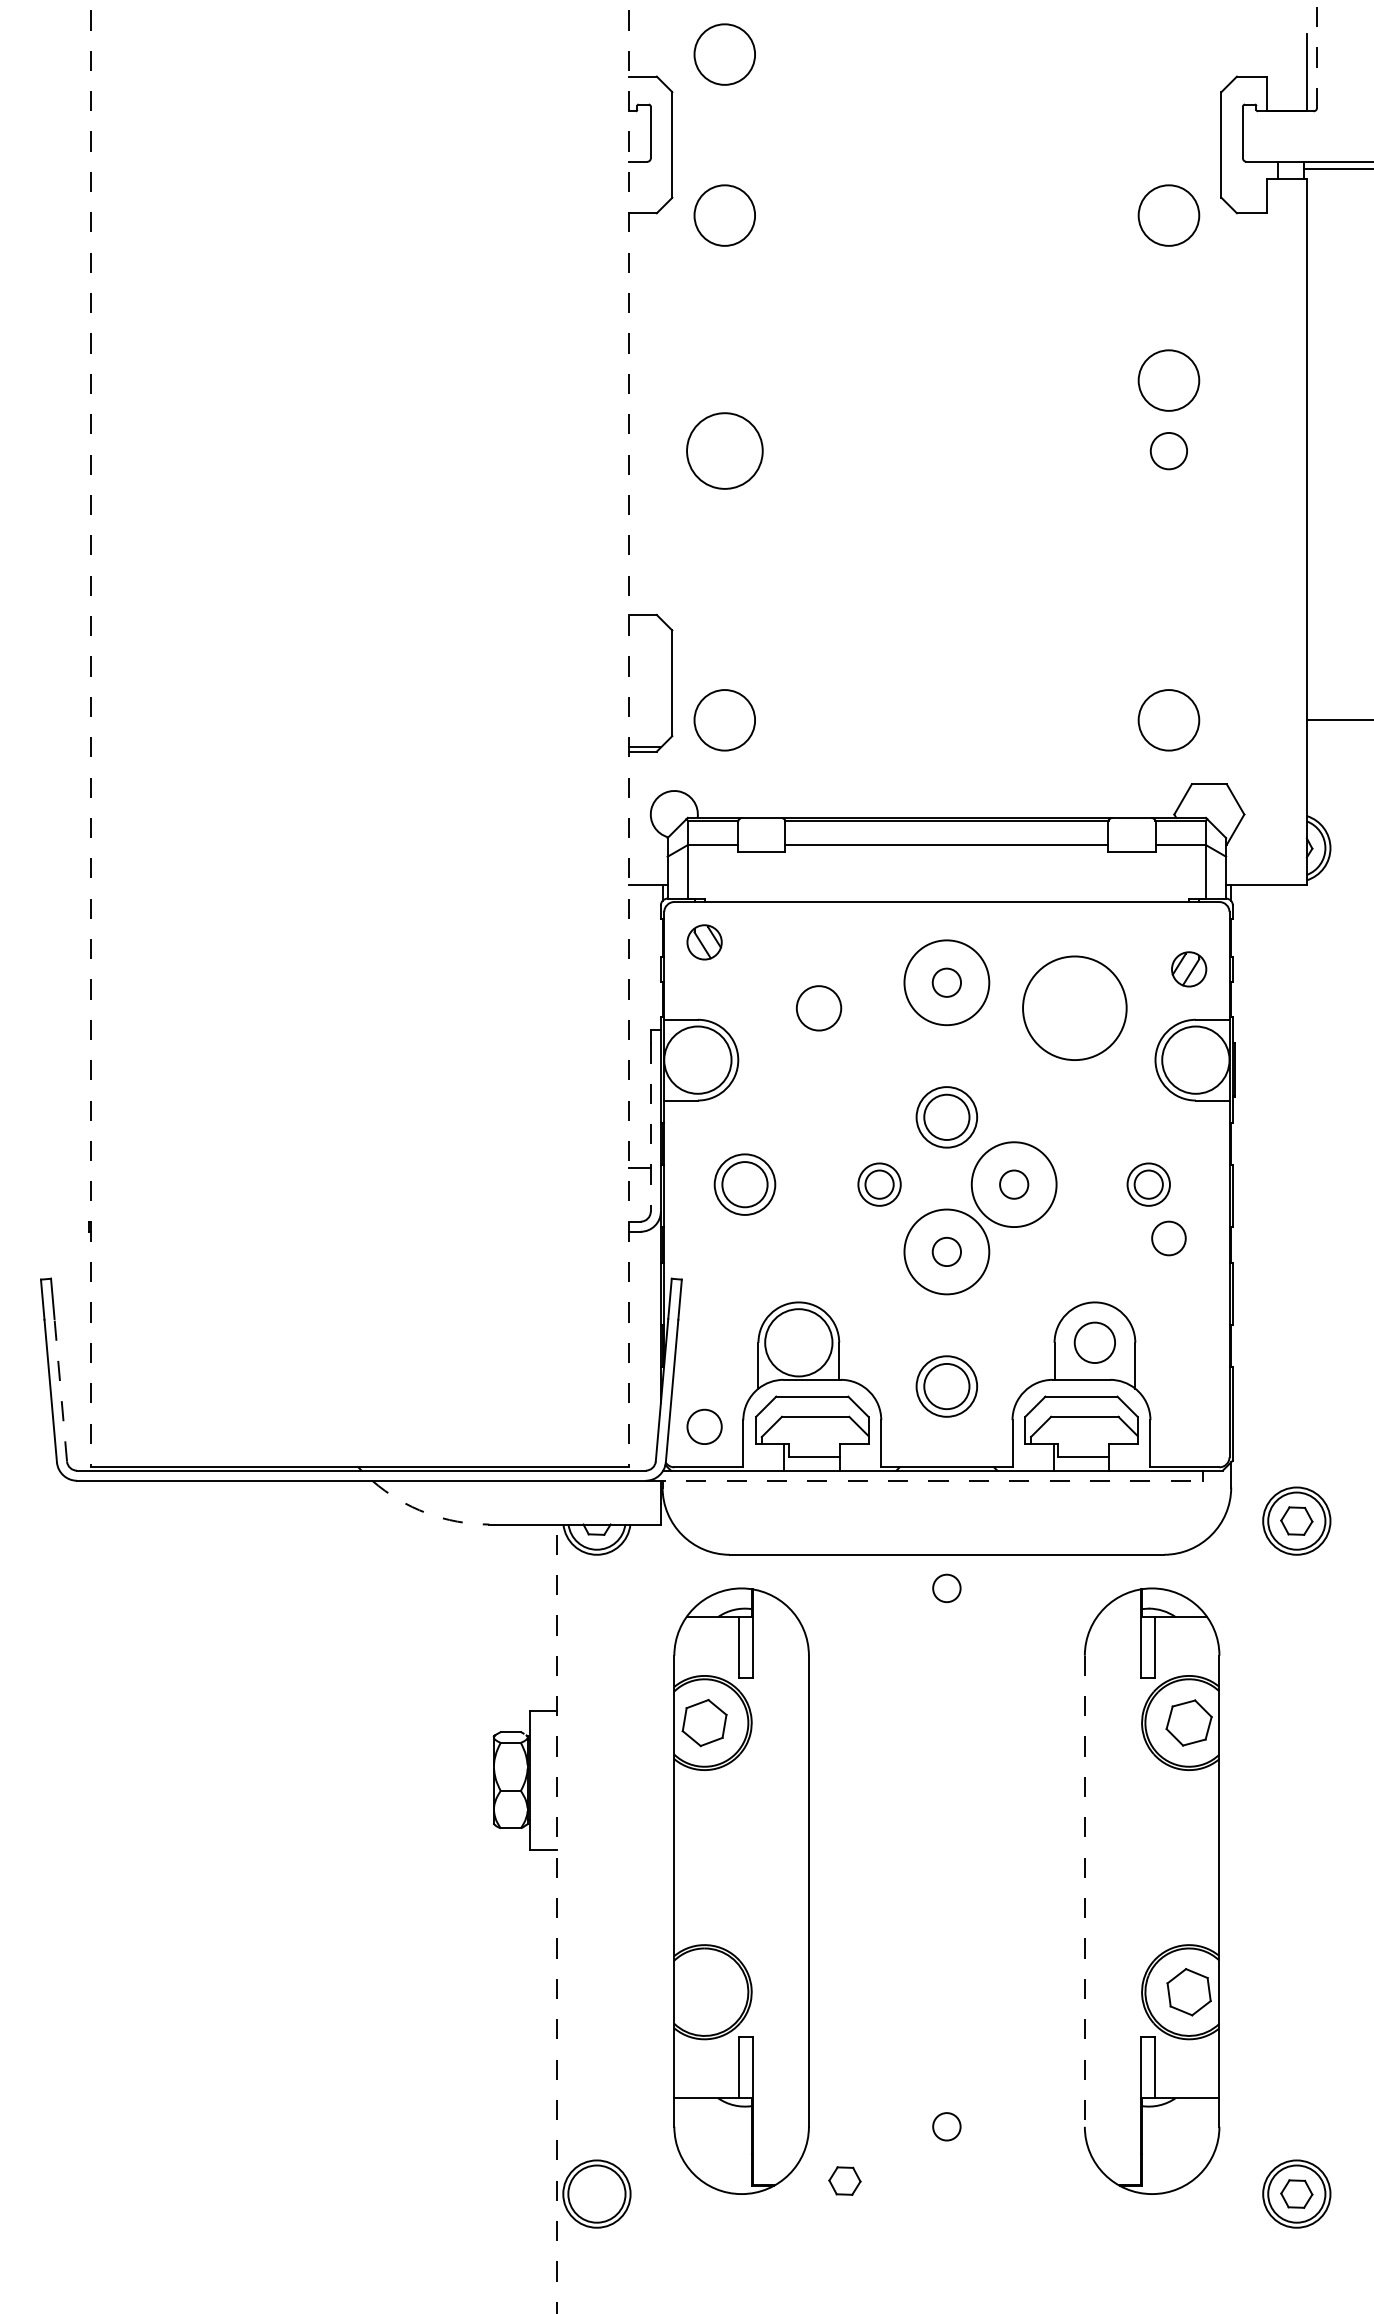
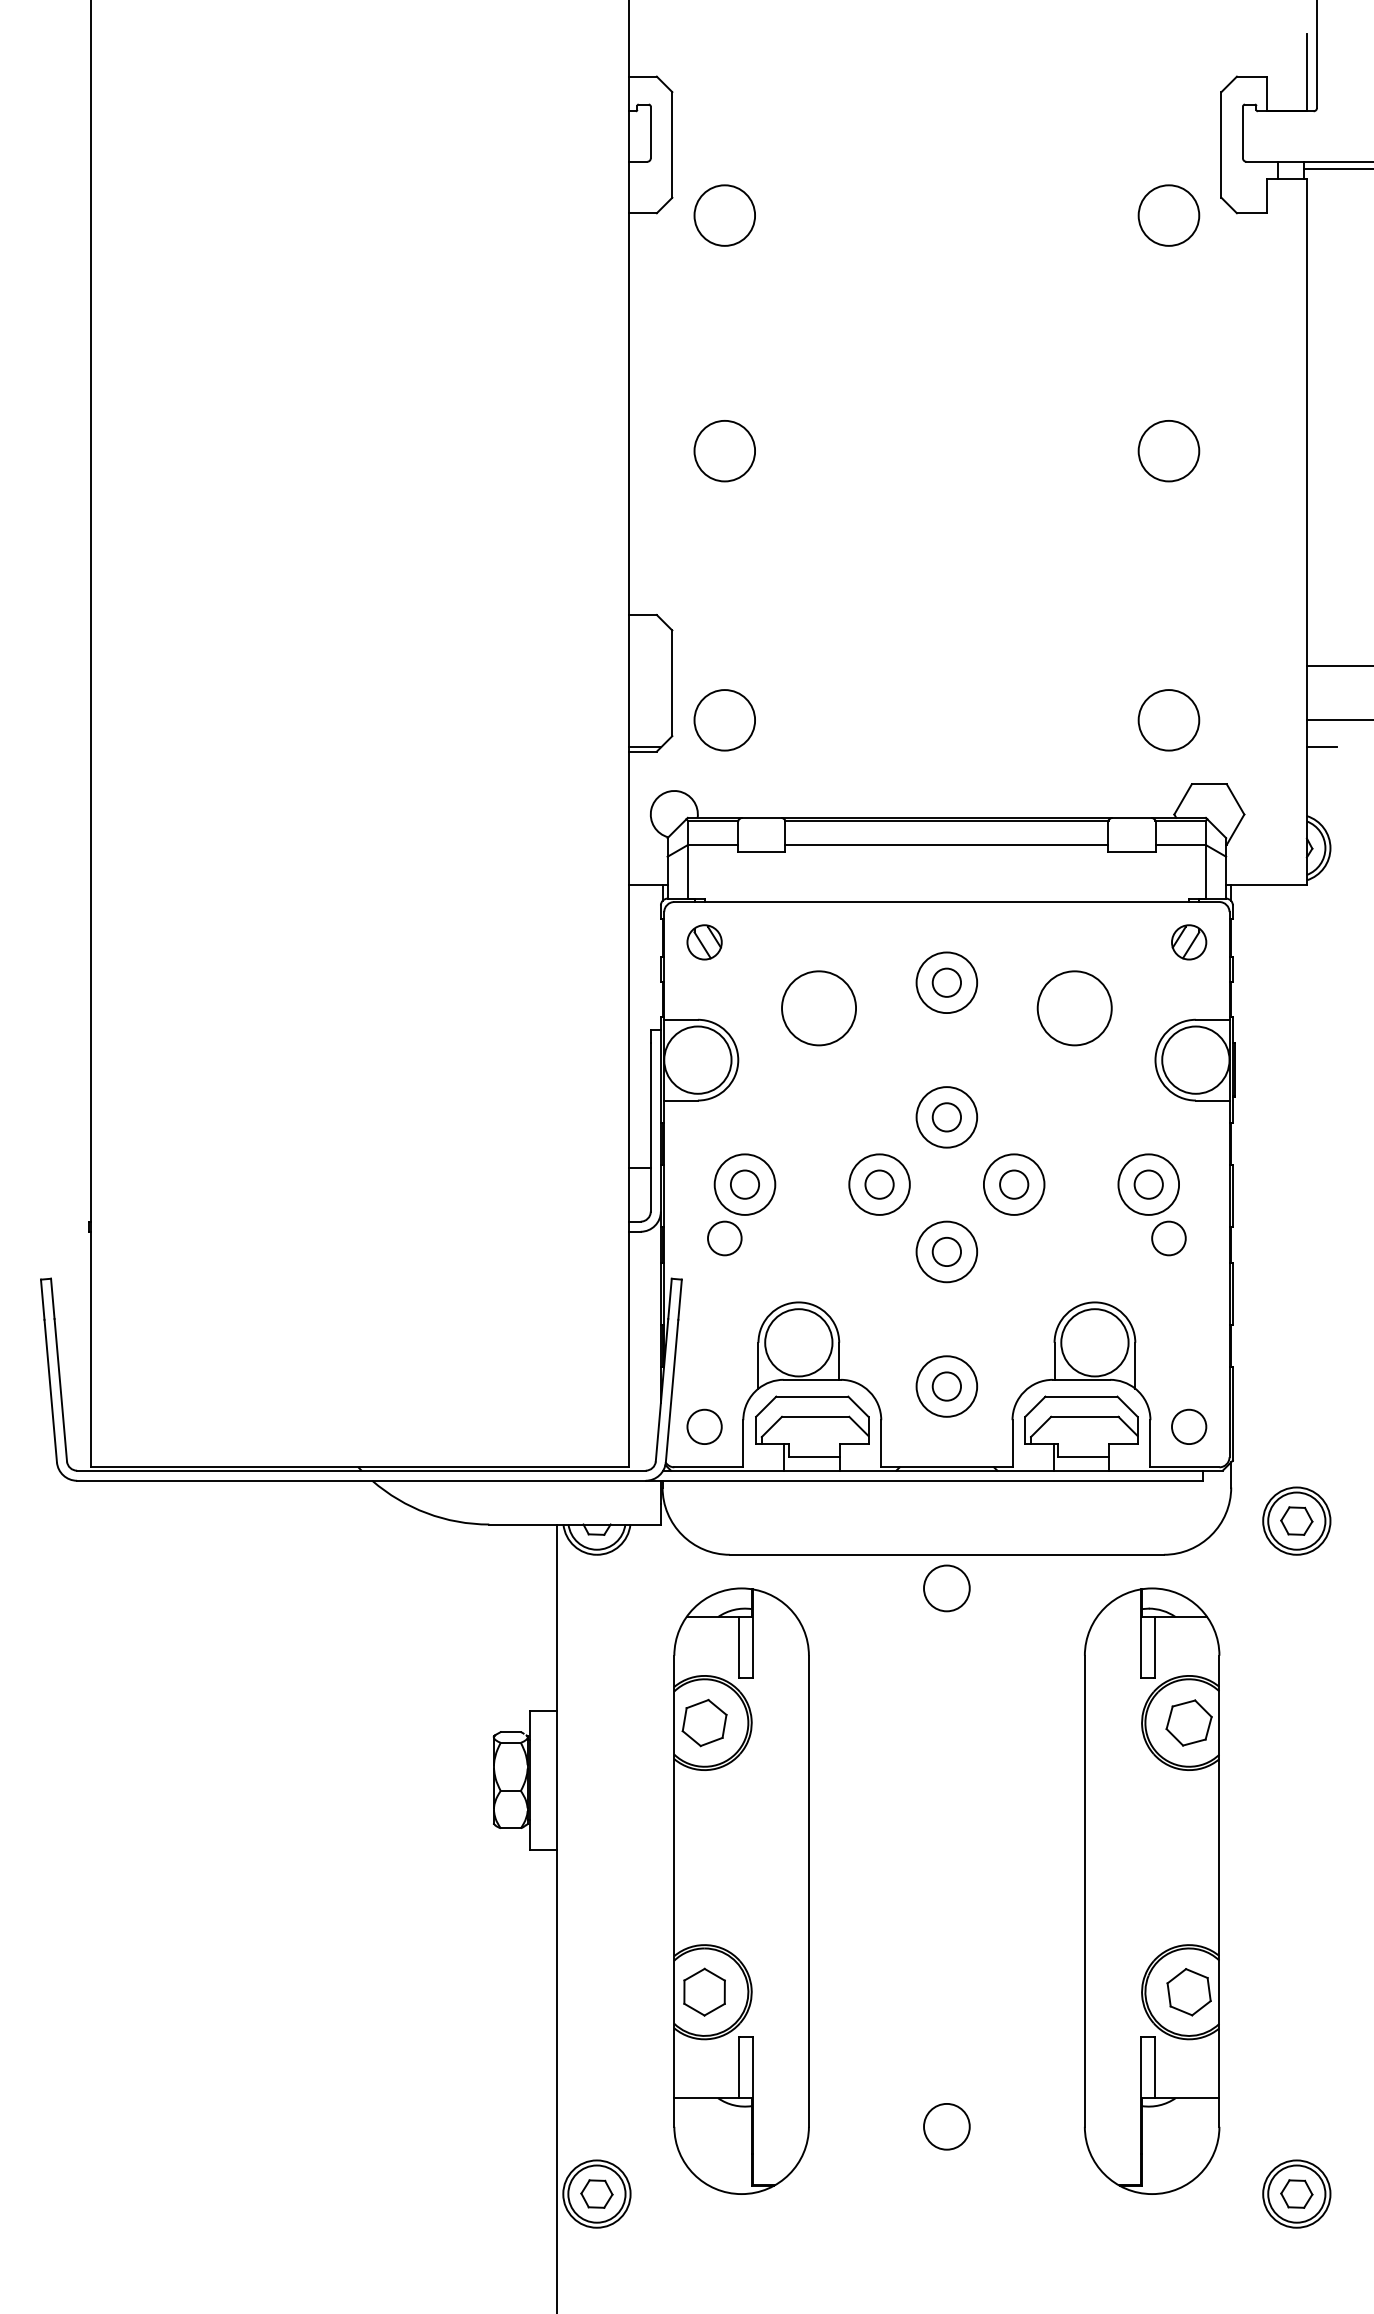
circle at (724, 54): present -> none
line at (1317, 54): dashed -> solid
circle at (1168, 380): present -> none
circle at (724, 450) size: 78x78 px -> 63x63 px
circle at (1168, 450) diameter: 36 px -> 61 px
line at (1338, 666): none -> present
line at (90, 734): dashed -> solid
line at (628, 734): dashed -> solid
line at (1321, 747): none -> present
part at (1189, 969) position: (1189, 969) -> (1189, 942)
circle at (946, 982) diameter: 85 px -> 61 px
circle at (1074, 1007) size: 106x106 px -> 77x77 px
circle at (818, 1008) diameter: 44 px -> 74 px
circle at (946, 1116) diameter: 45 px -> 28 px
line at (650, 1127): dashed -> solid
circle at (744, 1184) diameter: 45 px -> 28 px
circle at (879, 1184) diameter: 42 px -> 61 px
circle at (1013, 1184) diameter: 85 px -> 61 px
circle at (1148, 1184) diameter: 42 px -> 61 px
circle at (724, 1238): none -> present
circle at (946, 1251) diameter: 85 px -> 61 px
circle at (1094, 1342) diameter: 40 px -> 67 px
circle at (946, 1386) diameter: 45 px -> 28 px
line at (60, 1390): dashed -> solid
circle at (1189, 1426): none -> present
line at (924, 1480): dashed -> solid
arc at (426, 1513): dashed -> solid
circle at (946, 1588) diameter: 27 px -> 46 px
line at (1084, 1891): dashed -> solid
line at (556, 1918): dashed -> solid
part at (704, 1991): none -> present
circle at (946, 2126) diameter: 27 px -> 46 px
part at (844, 2180) position: (844, 2180) -> (596, 2193)
